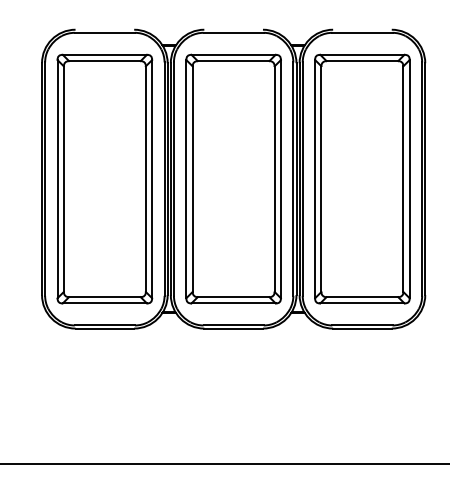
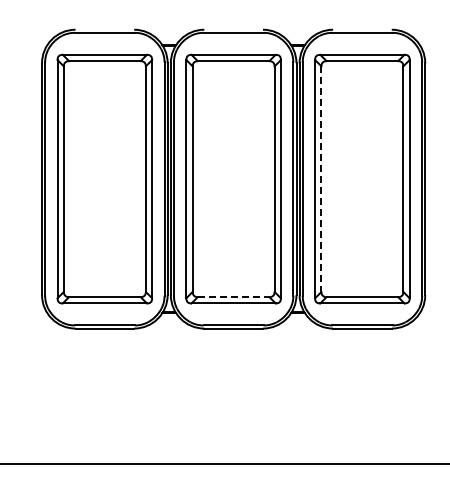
line at (321, 179): solid -> dashed
line at (233, 297): solid -> dashed
